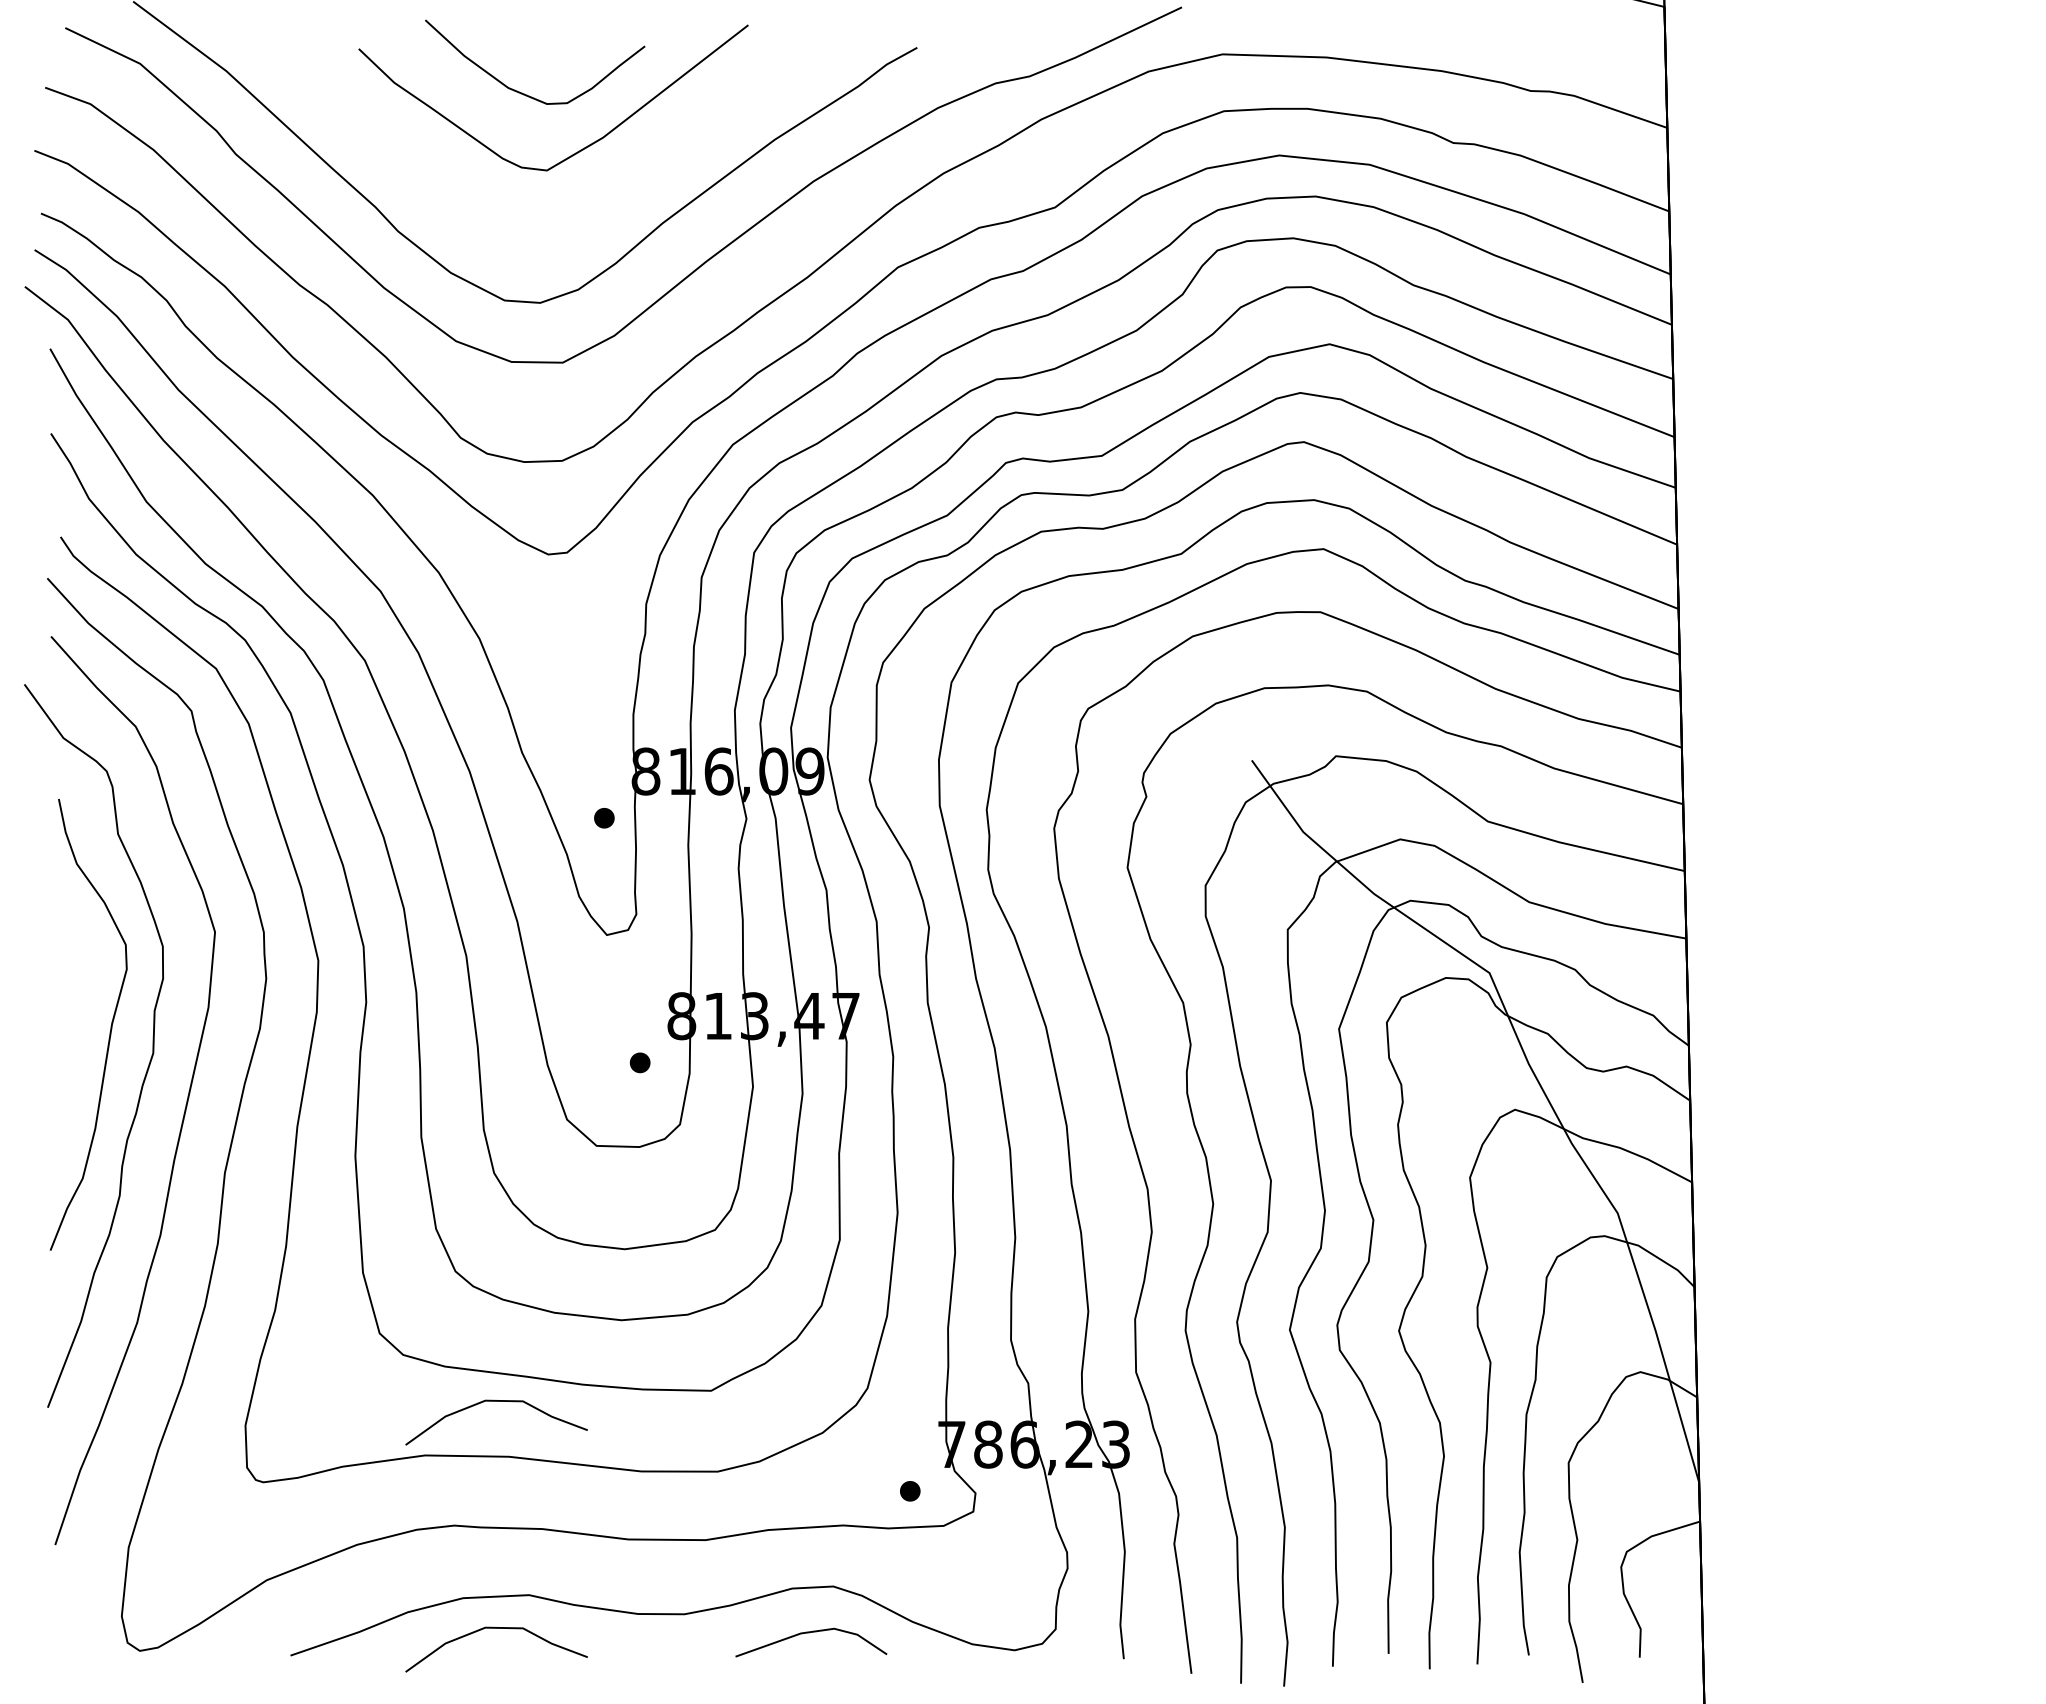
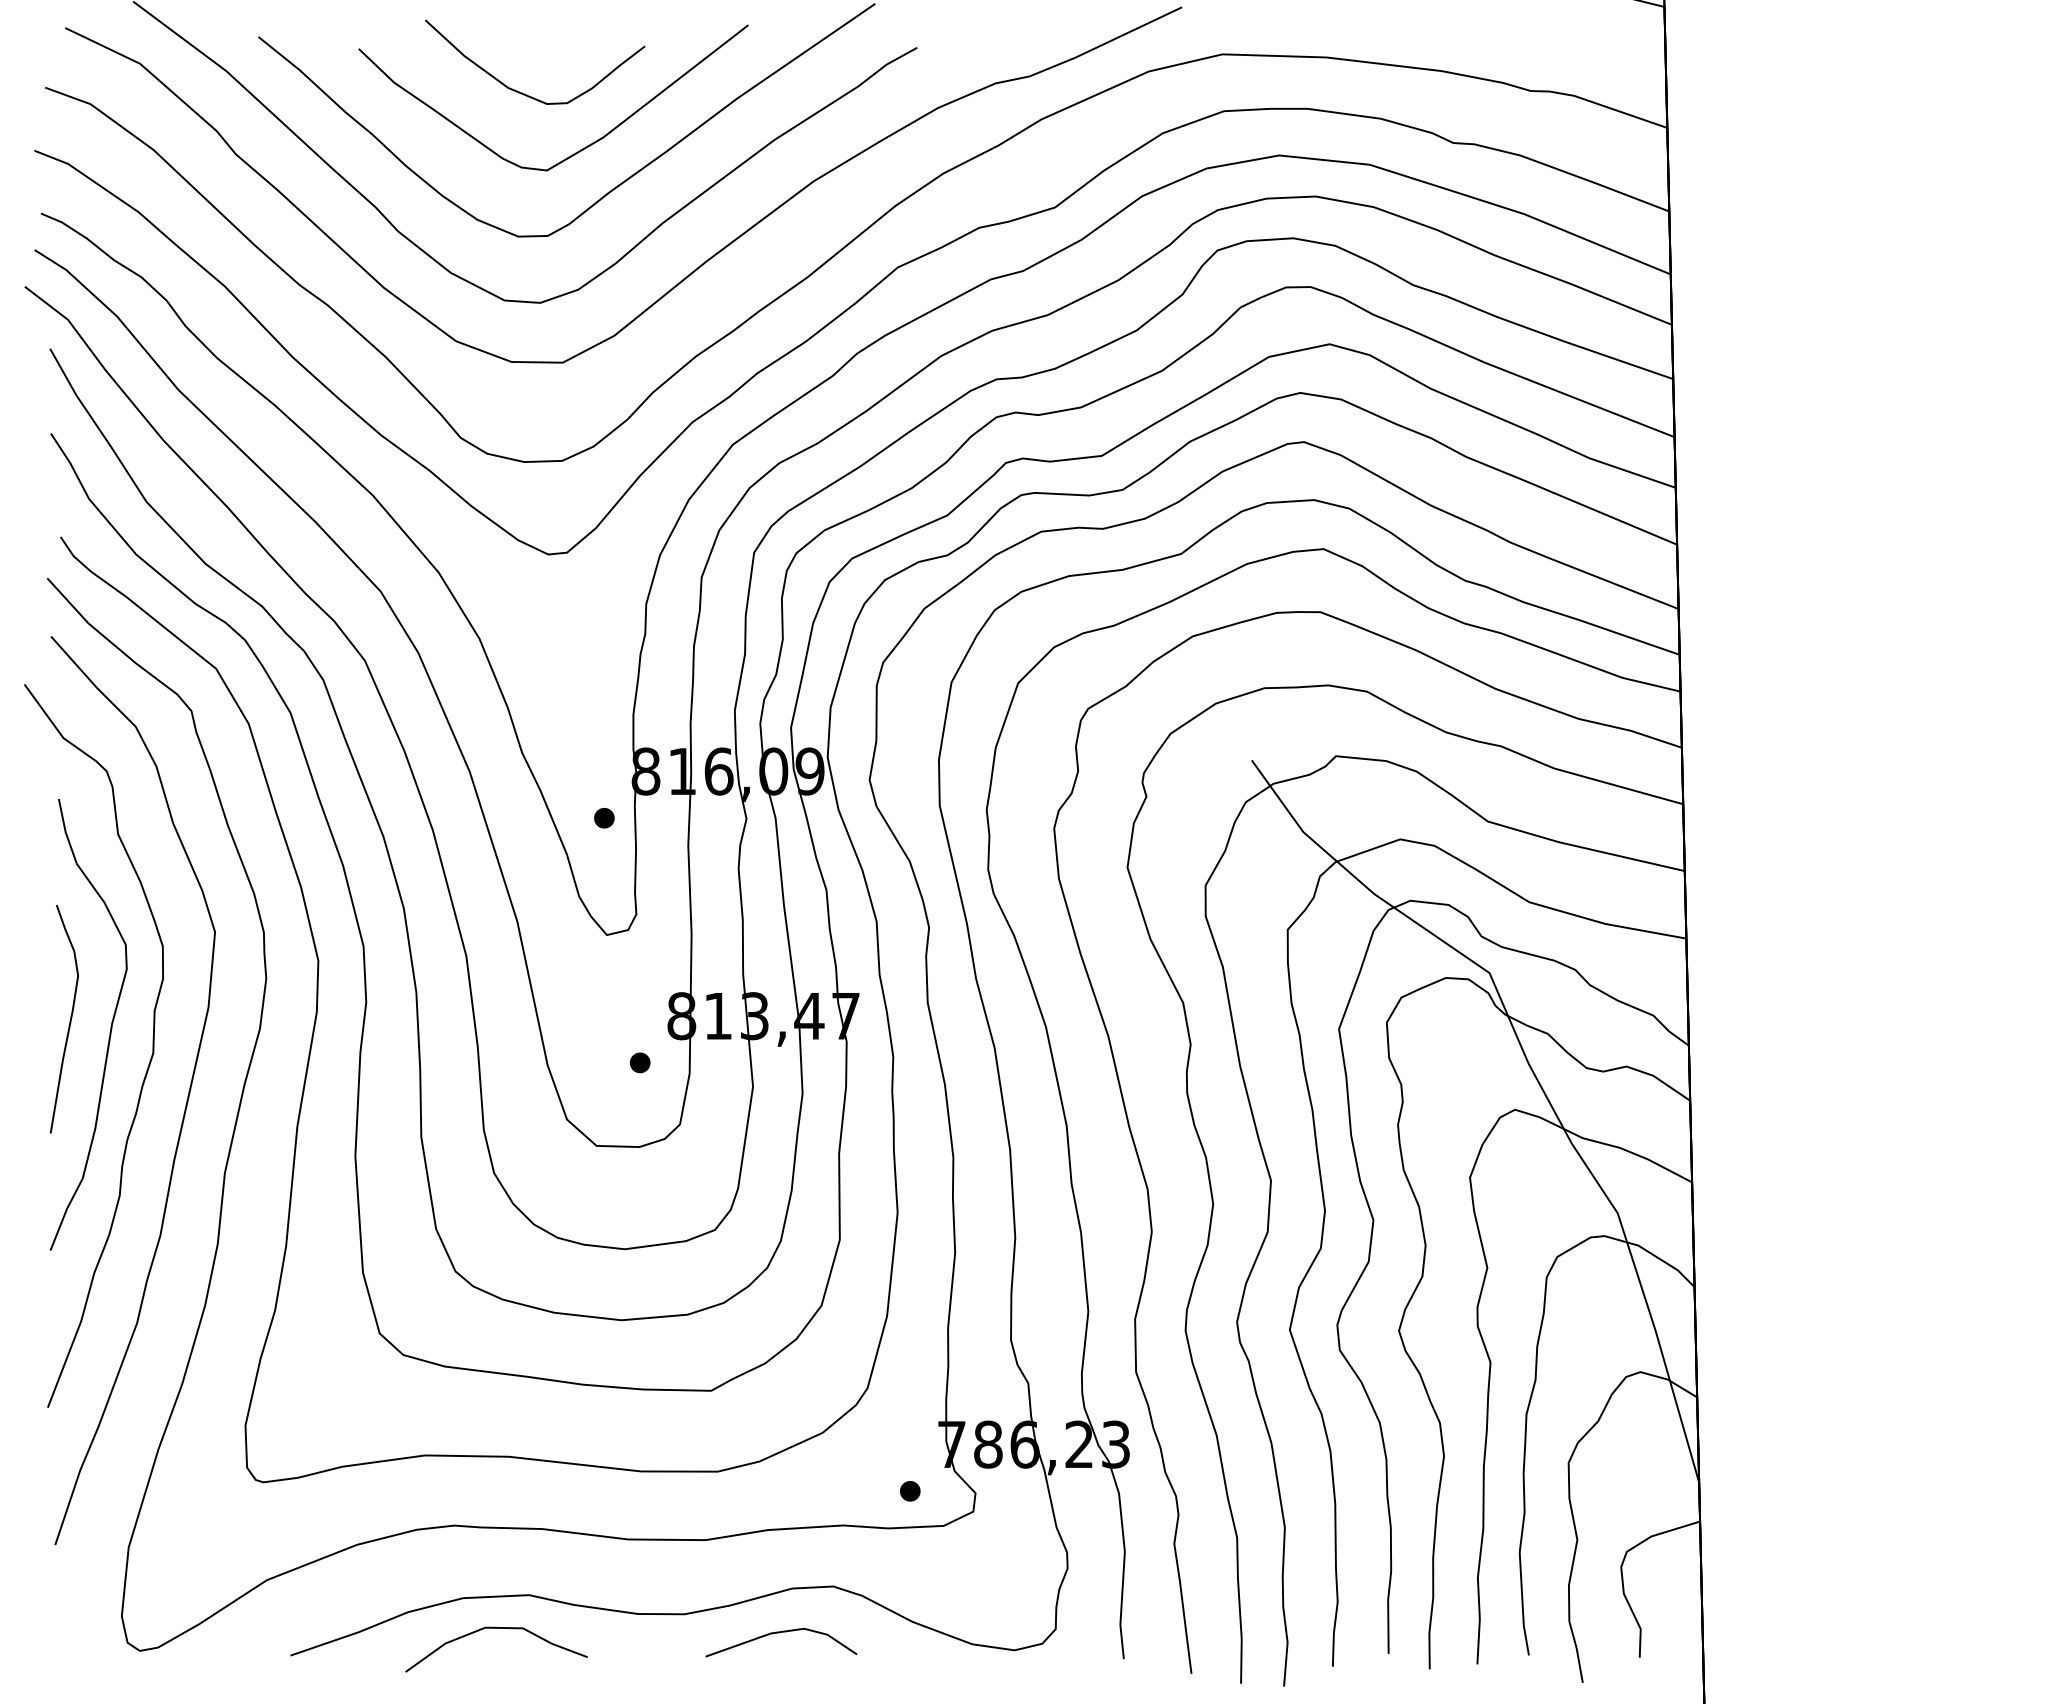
curve at (615, 186): none -> present
curve at (69, 1020): none -> present
curve at (496, 1401): present -> none
line at (809, 1633) position: (809, 1633) -> (779, 1633)
